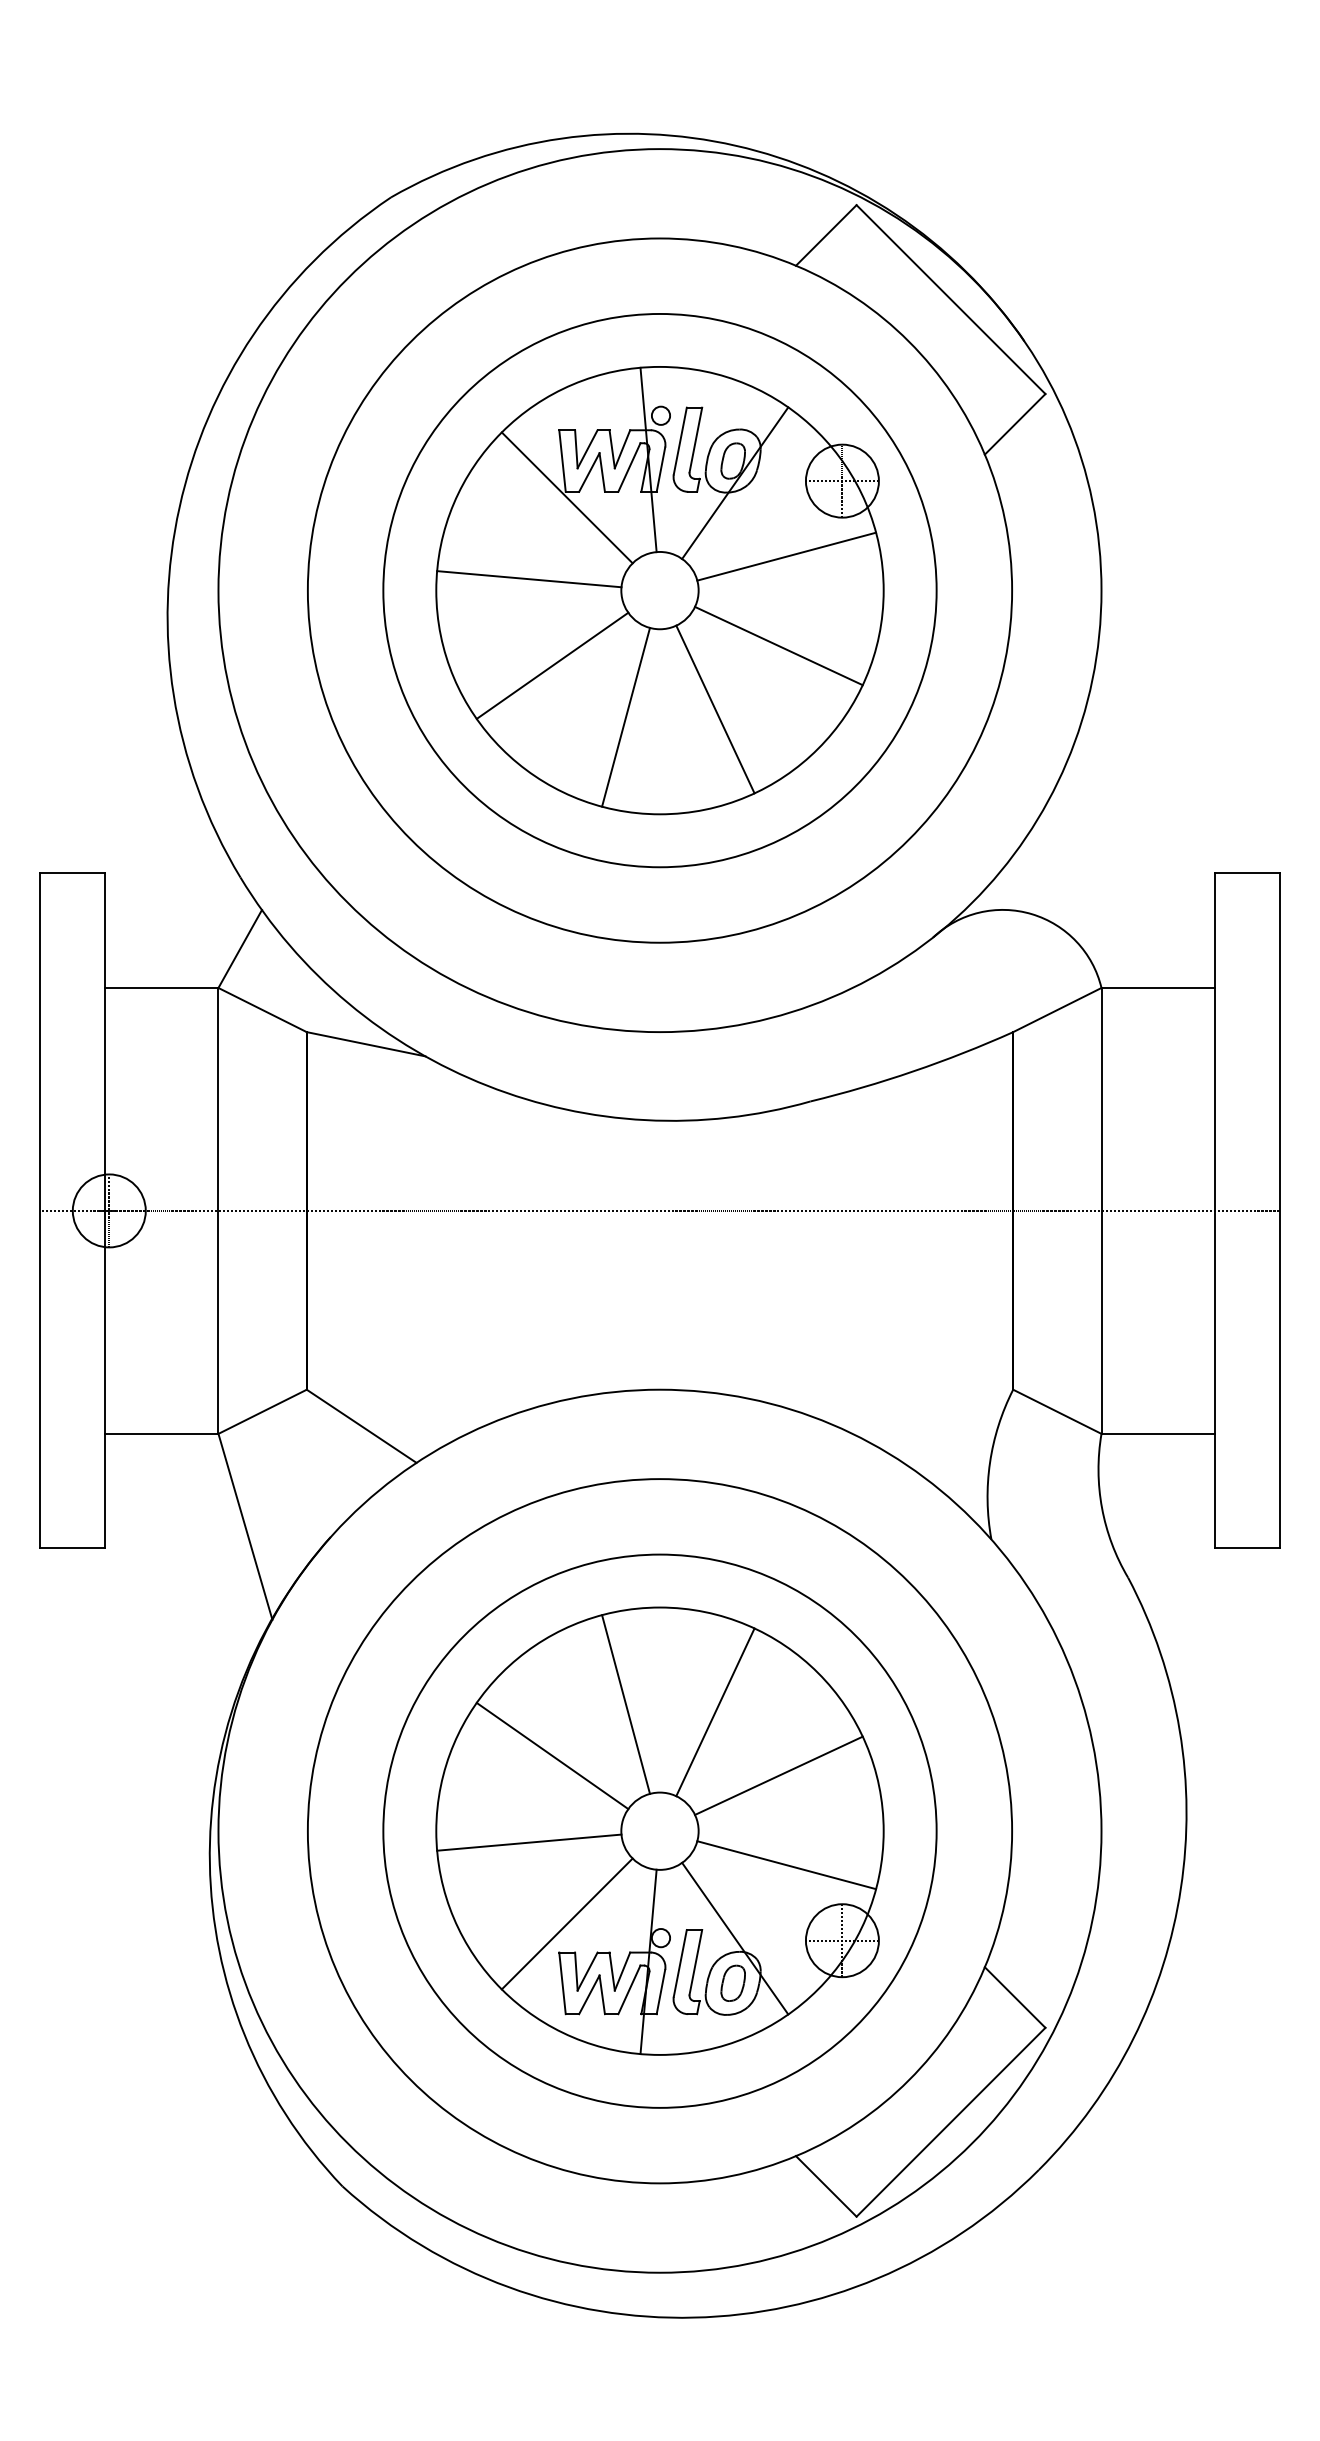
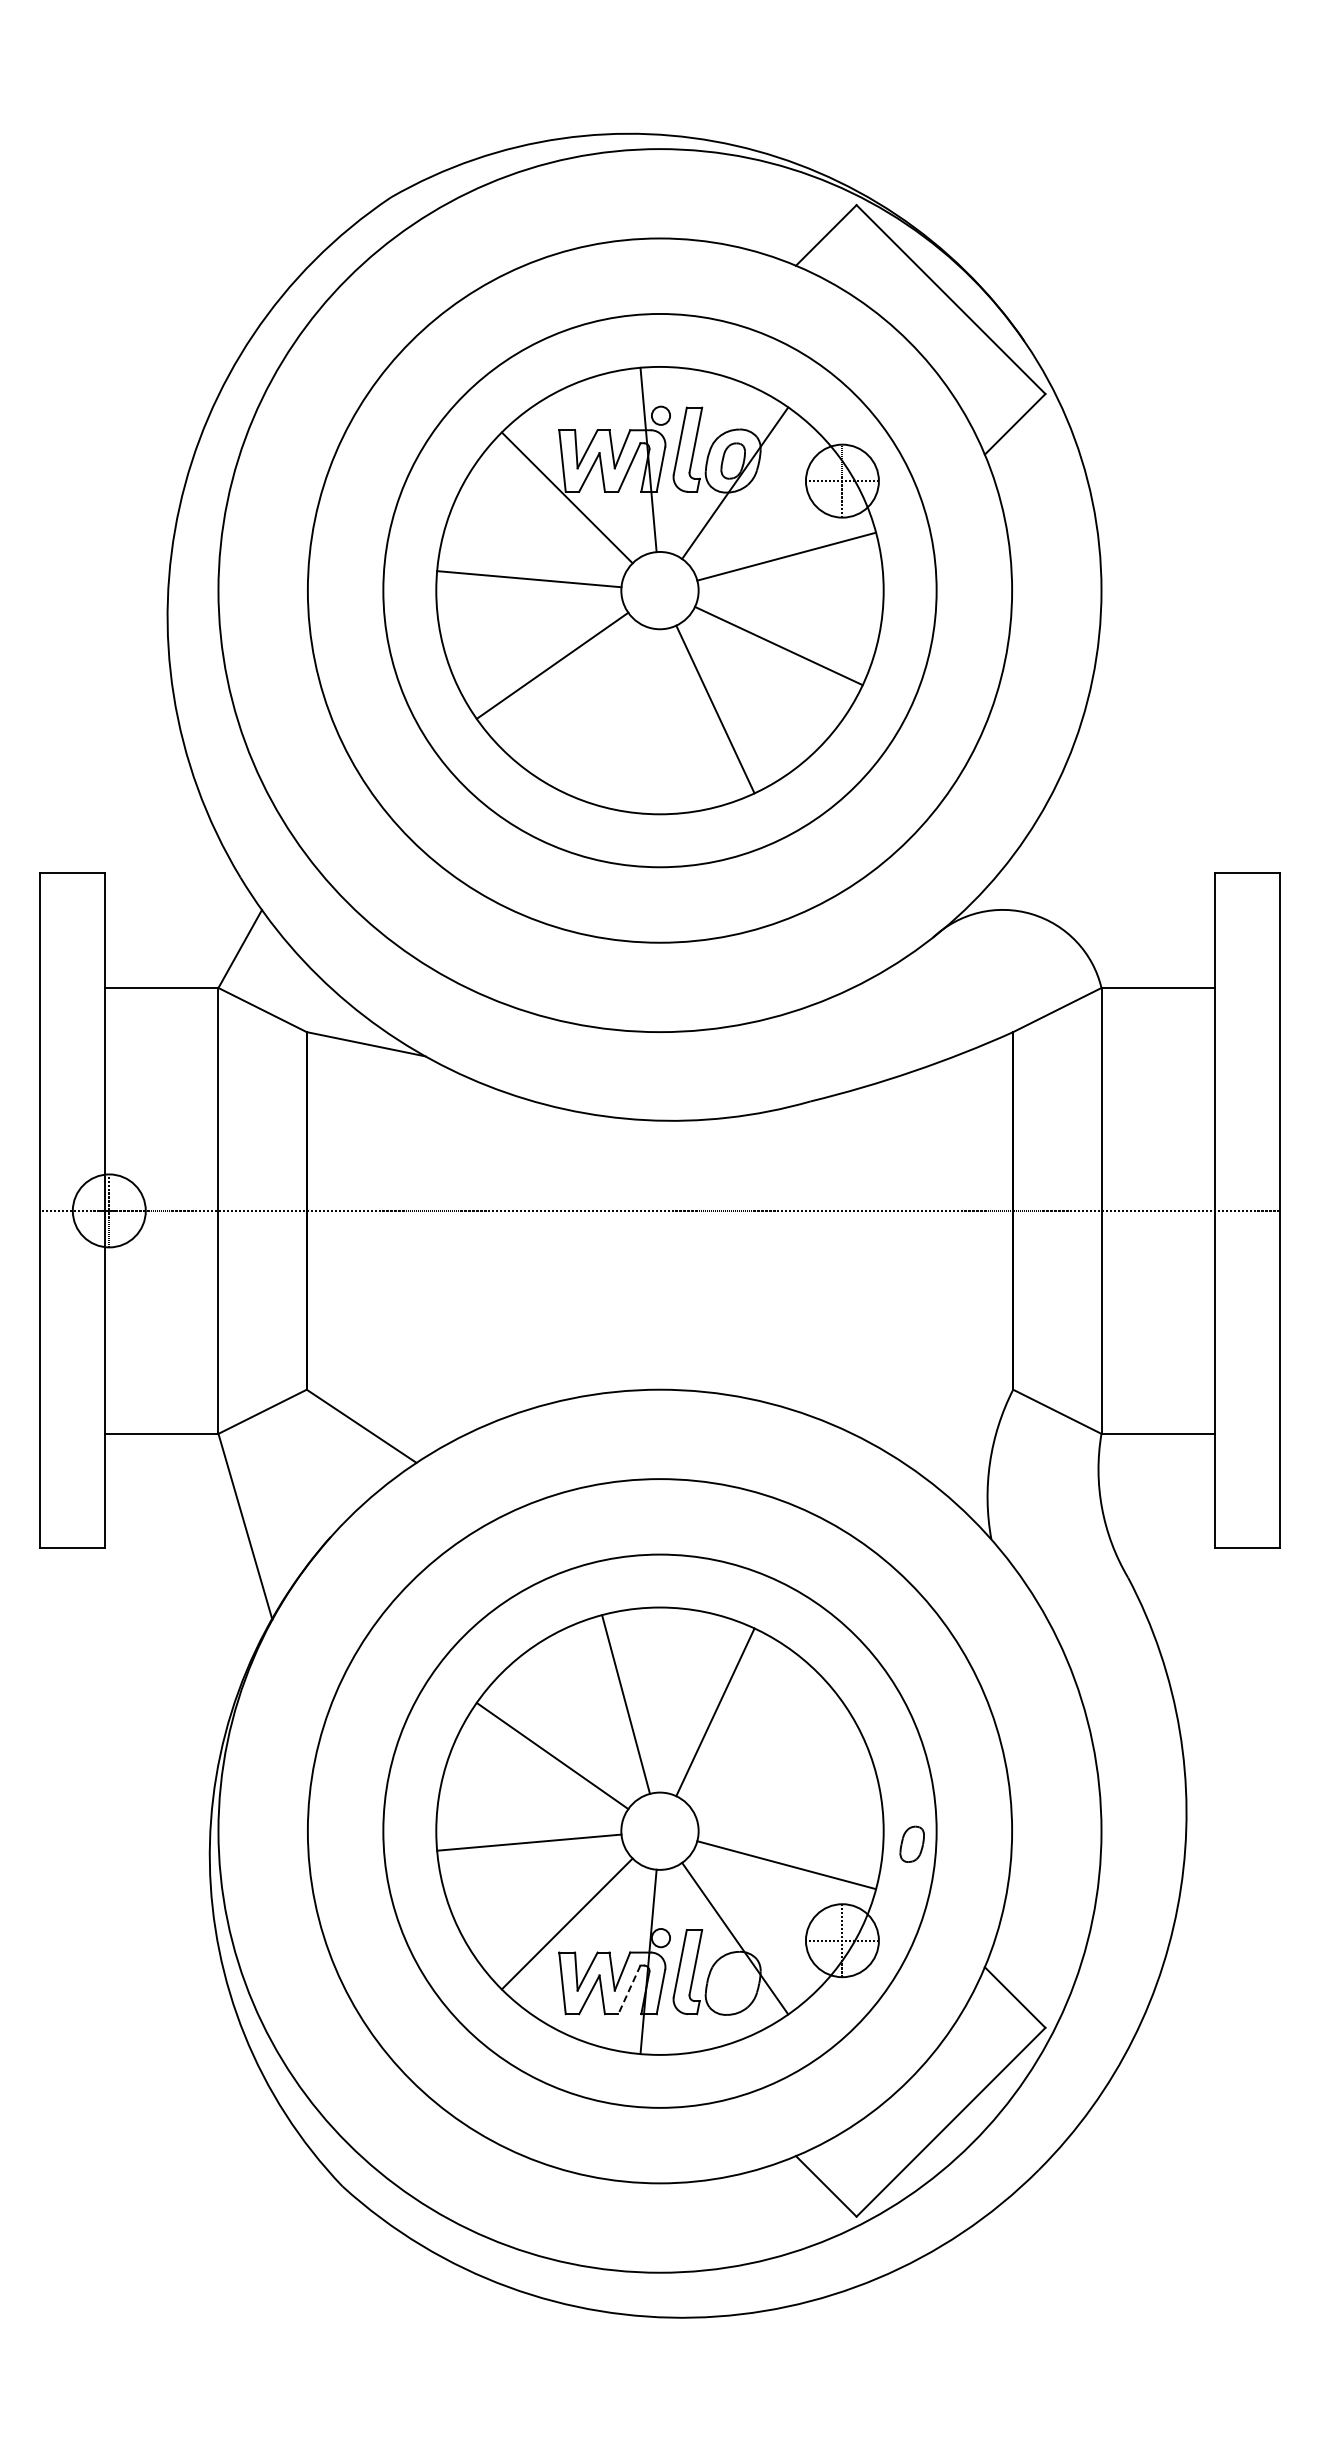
line at (626, 716): present -> none
line at (778, 1775): present -> none
part at (732, 1982) position: (732, 1982) -> (911, 1843)
line at (629, 1989): solid -> dashed
